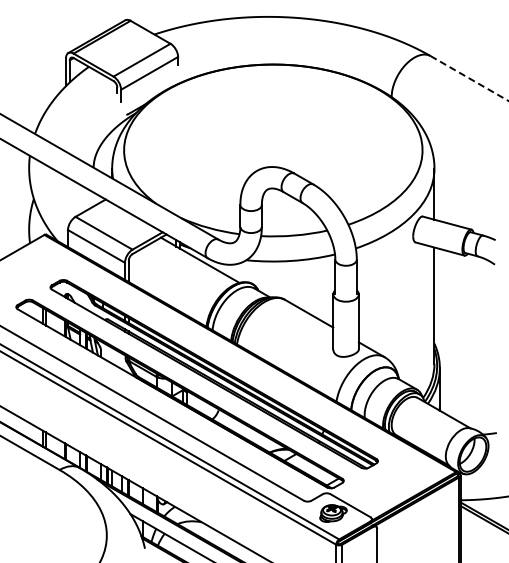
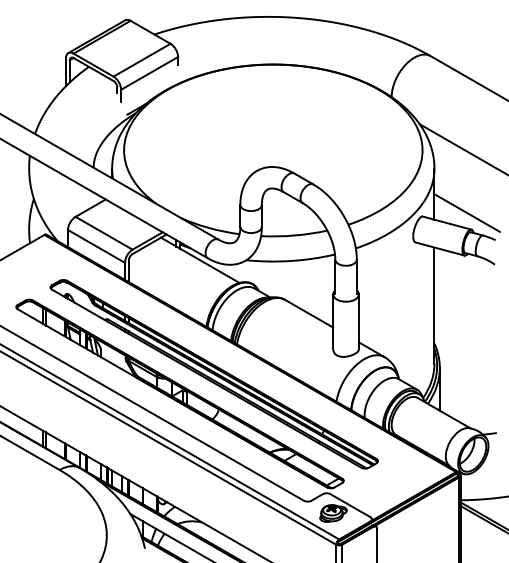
line at (469, 78): dashed -> solid
line at (462, 148): none -> present
line at (466, 212): none -> present
